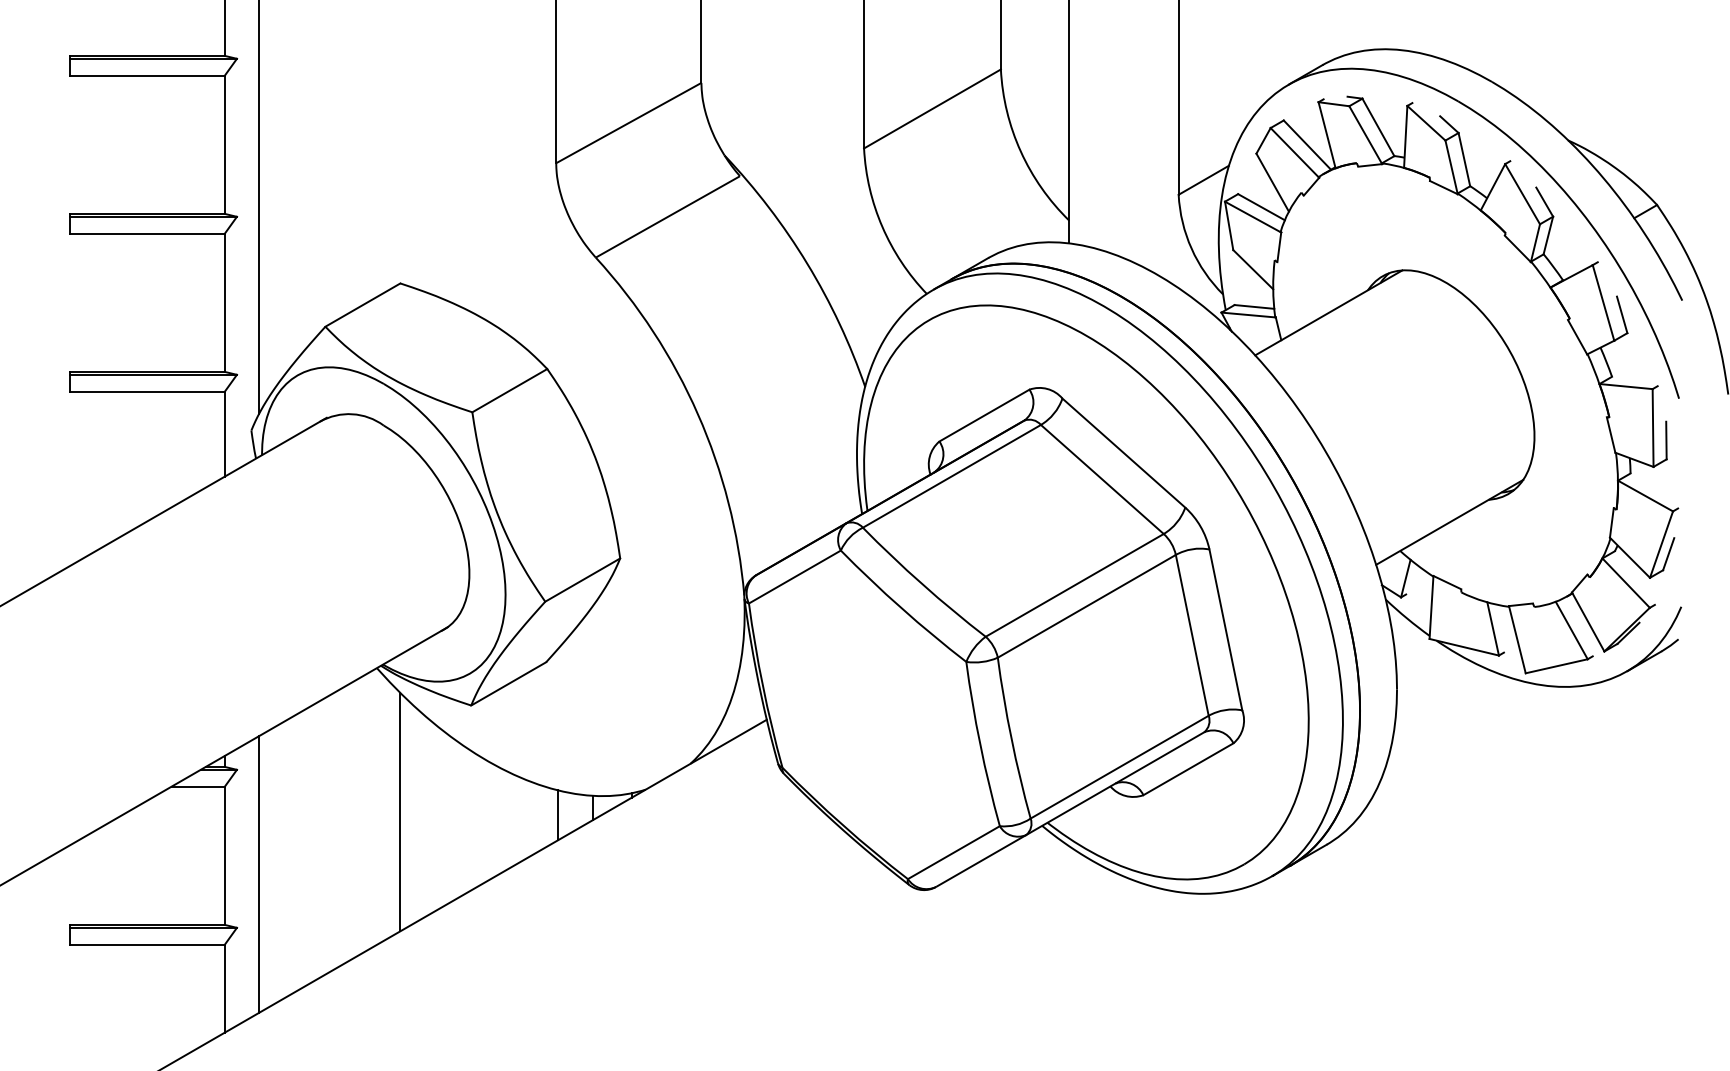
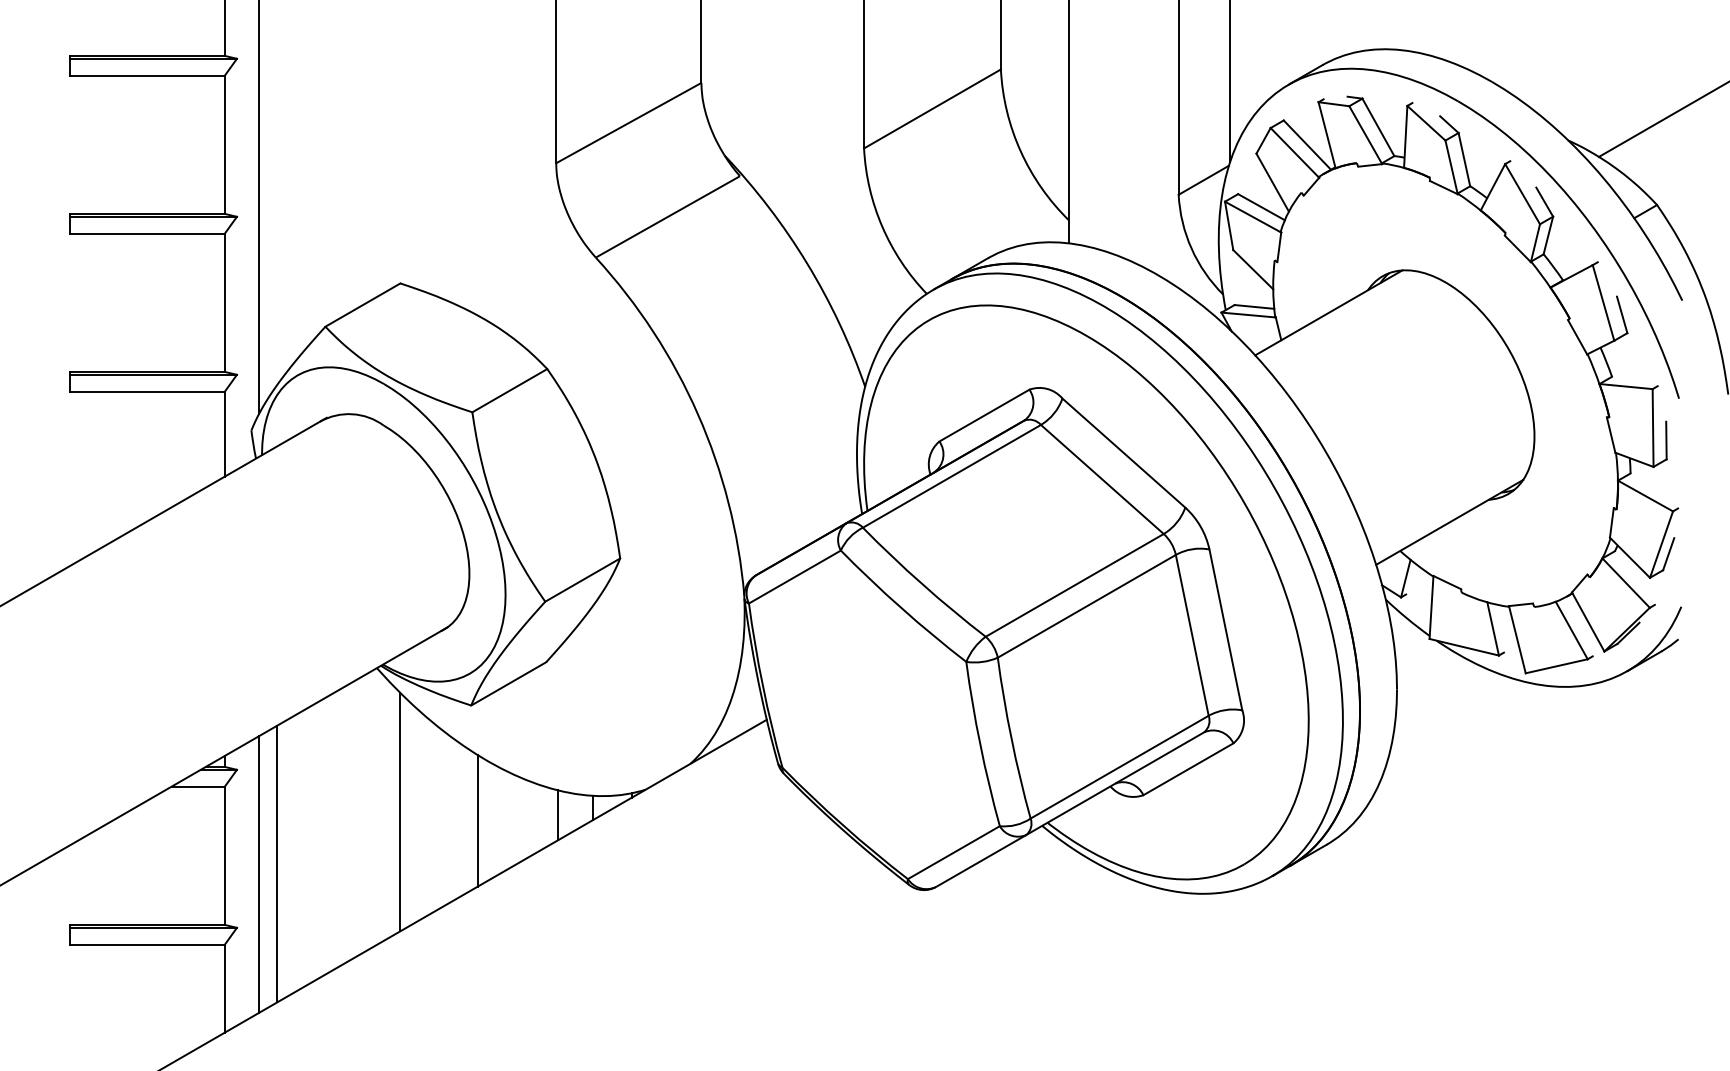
line at (1229, 82): none -> present
line at (1662, 119): none -> present
line at (477, 820): none -> present
line at (277, 863): none -> present
